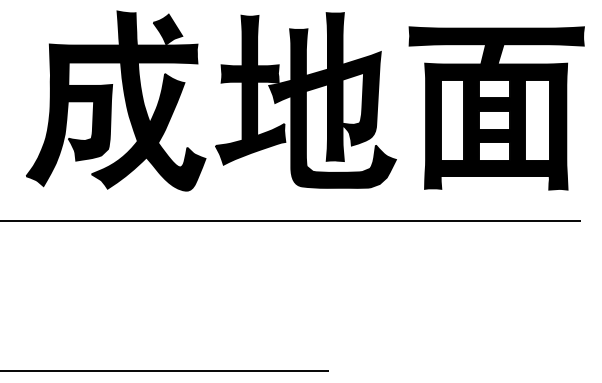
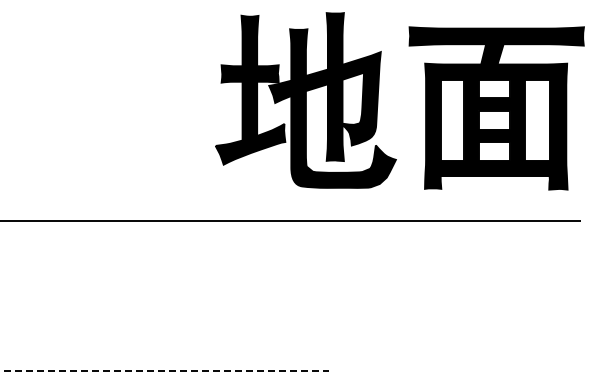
part at (116, 100): present -> none
line at (164, 371): solid -> dashed
